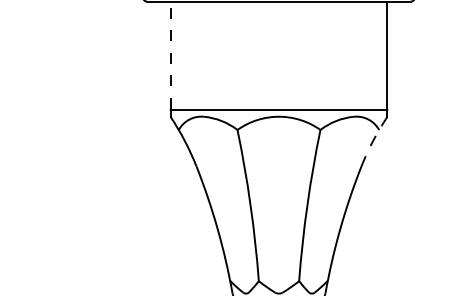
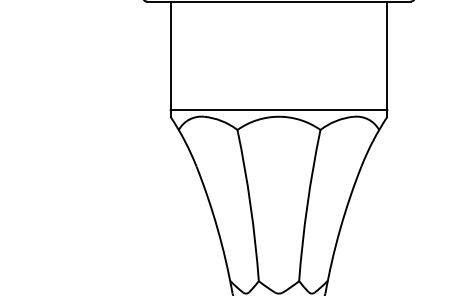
line at (170, 55): dashed -> solid
arc at (373, 140): dashed -> solid
